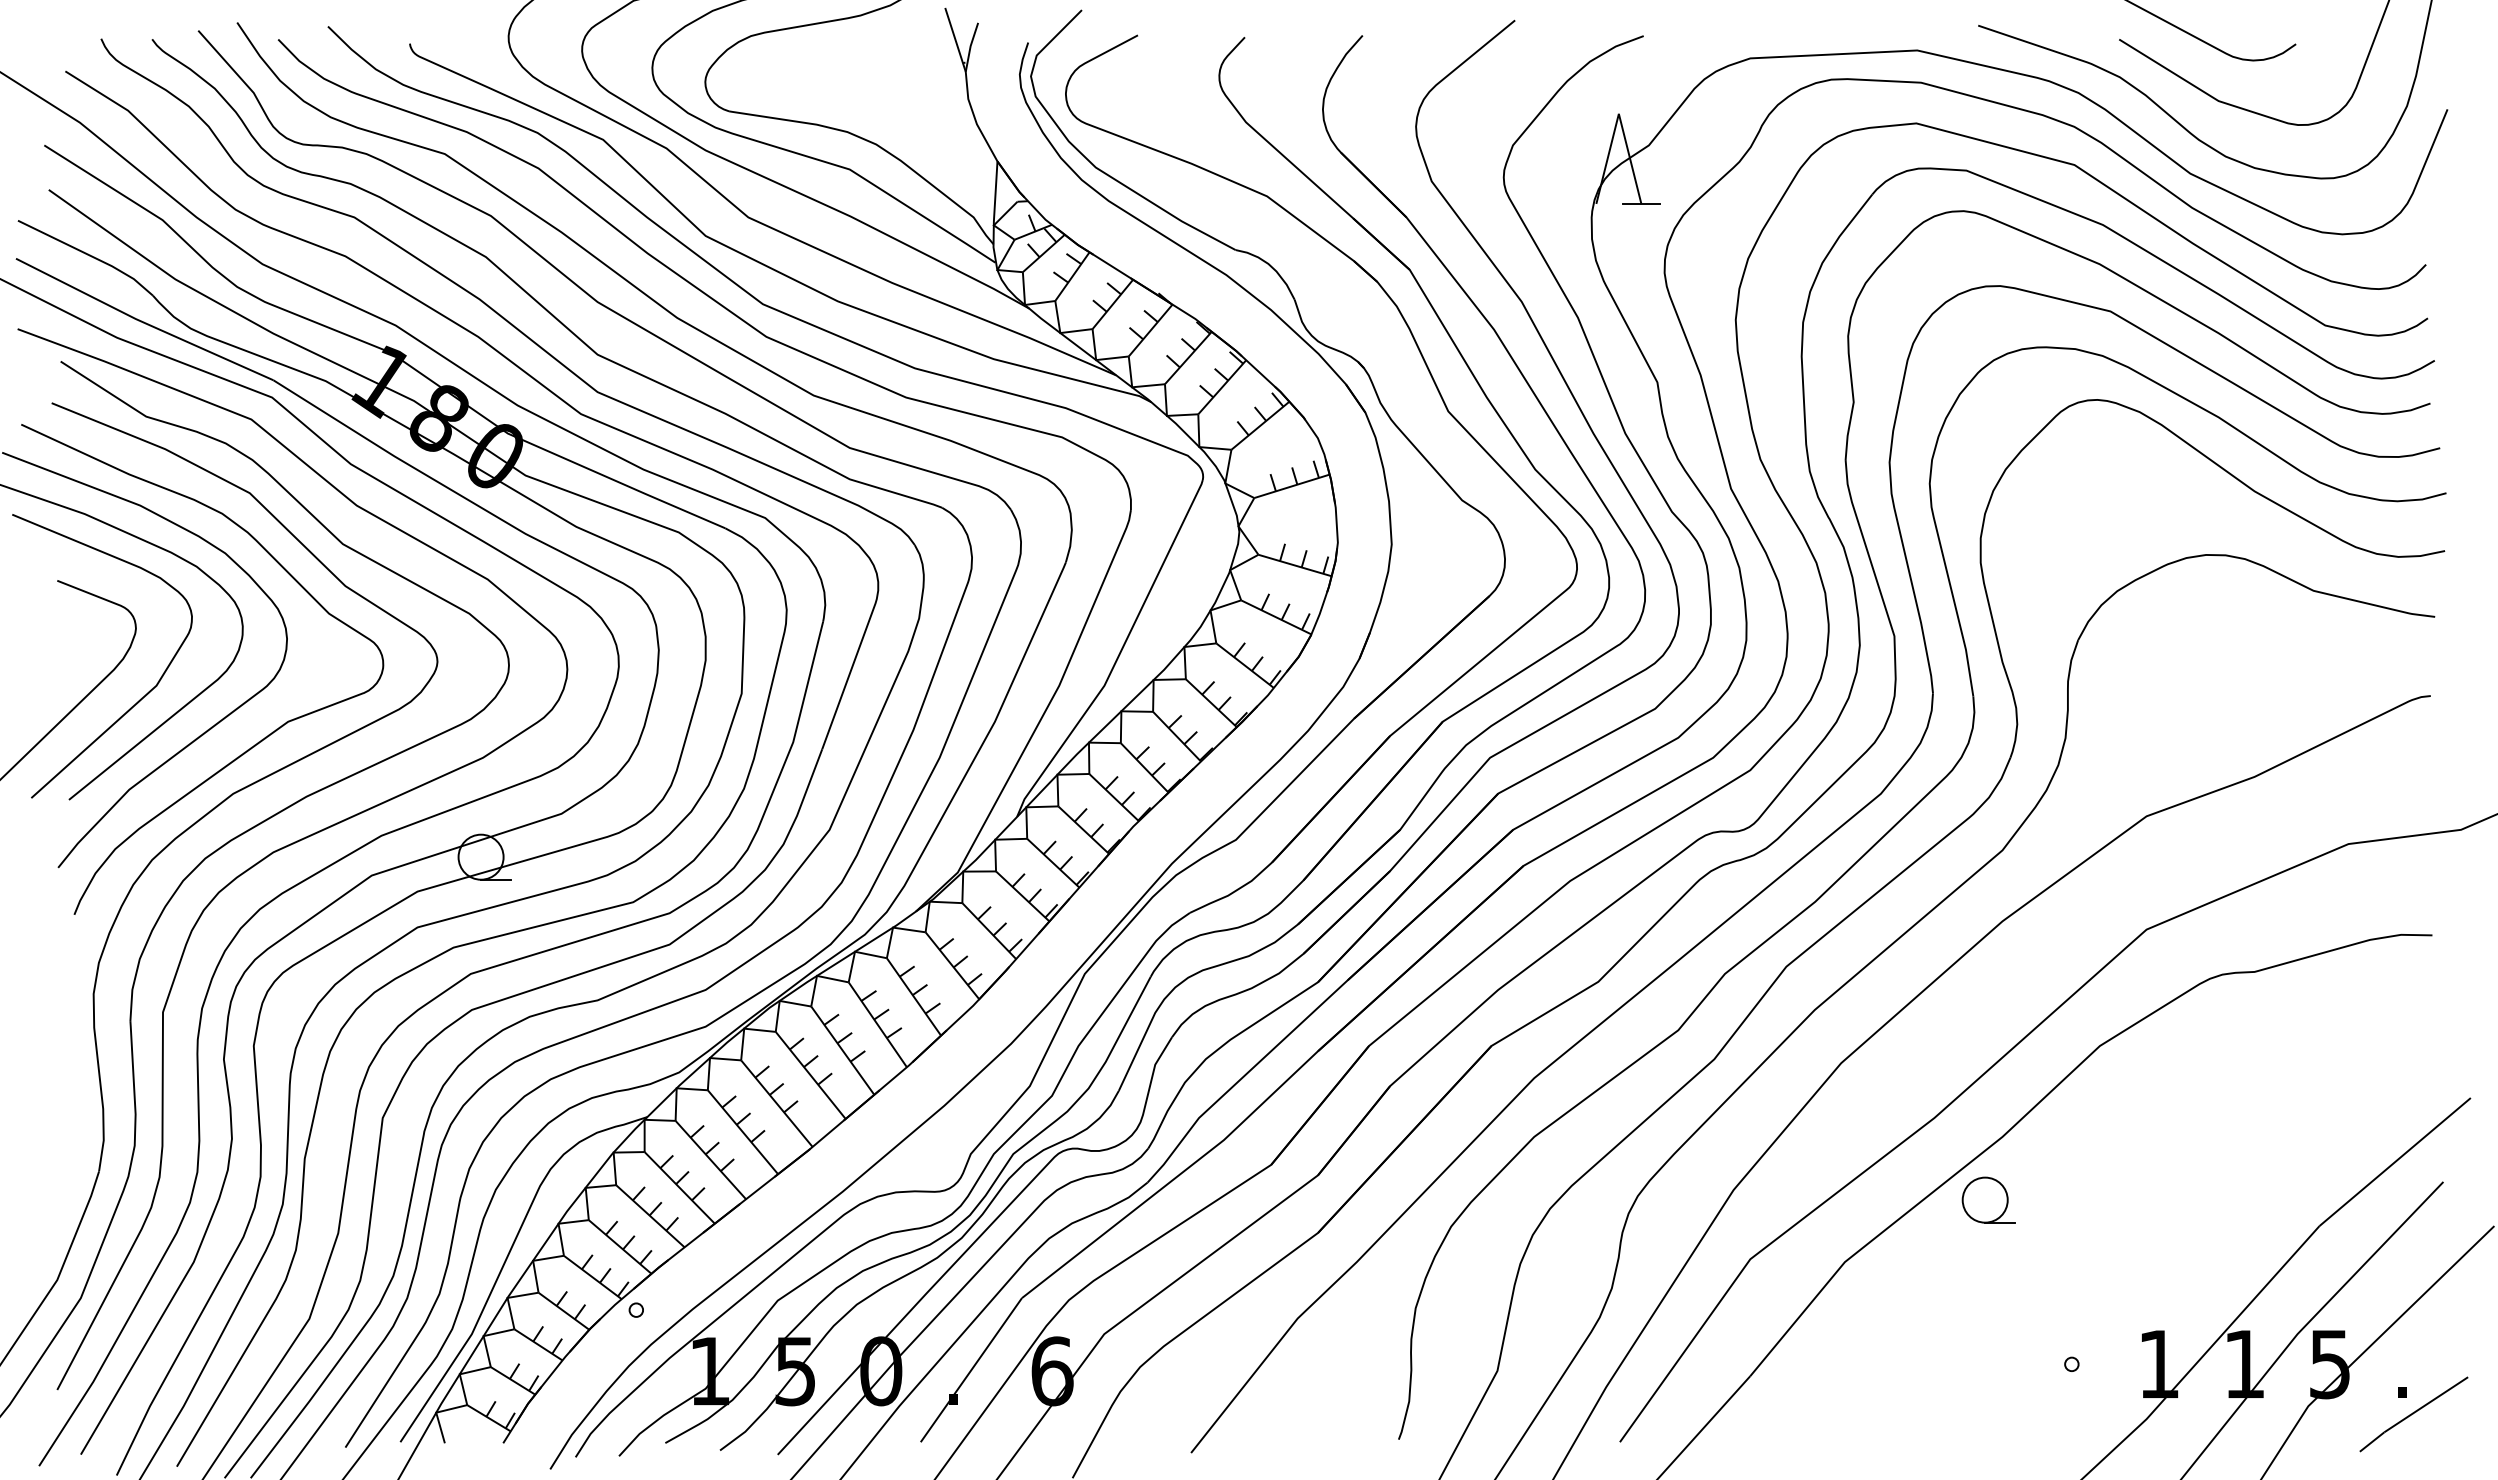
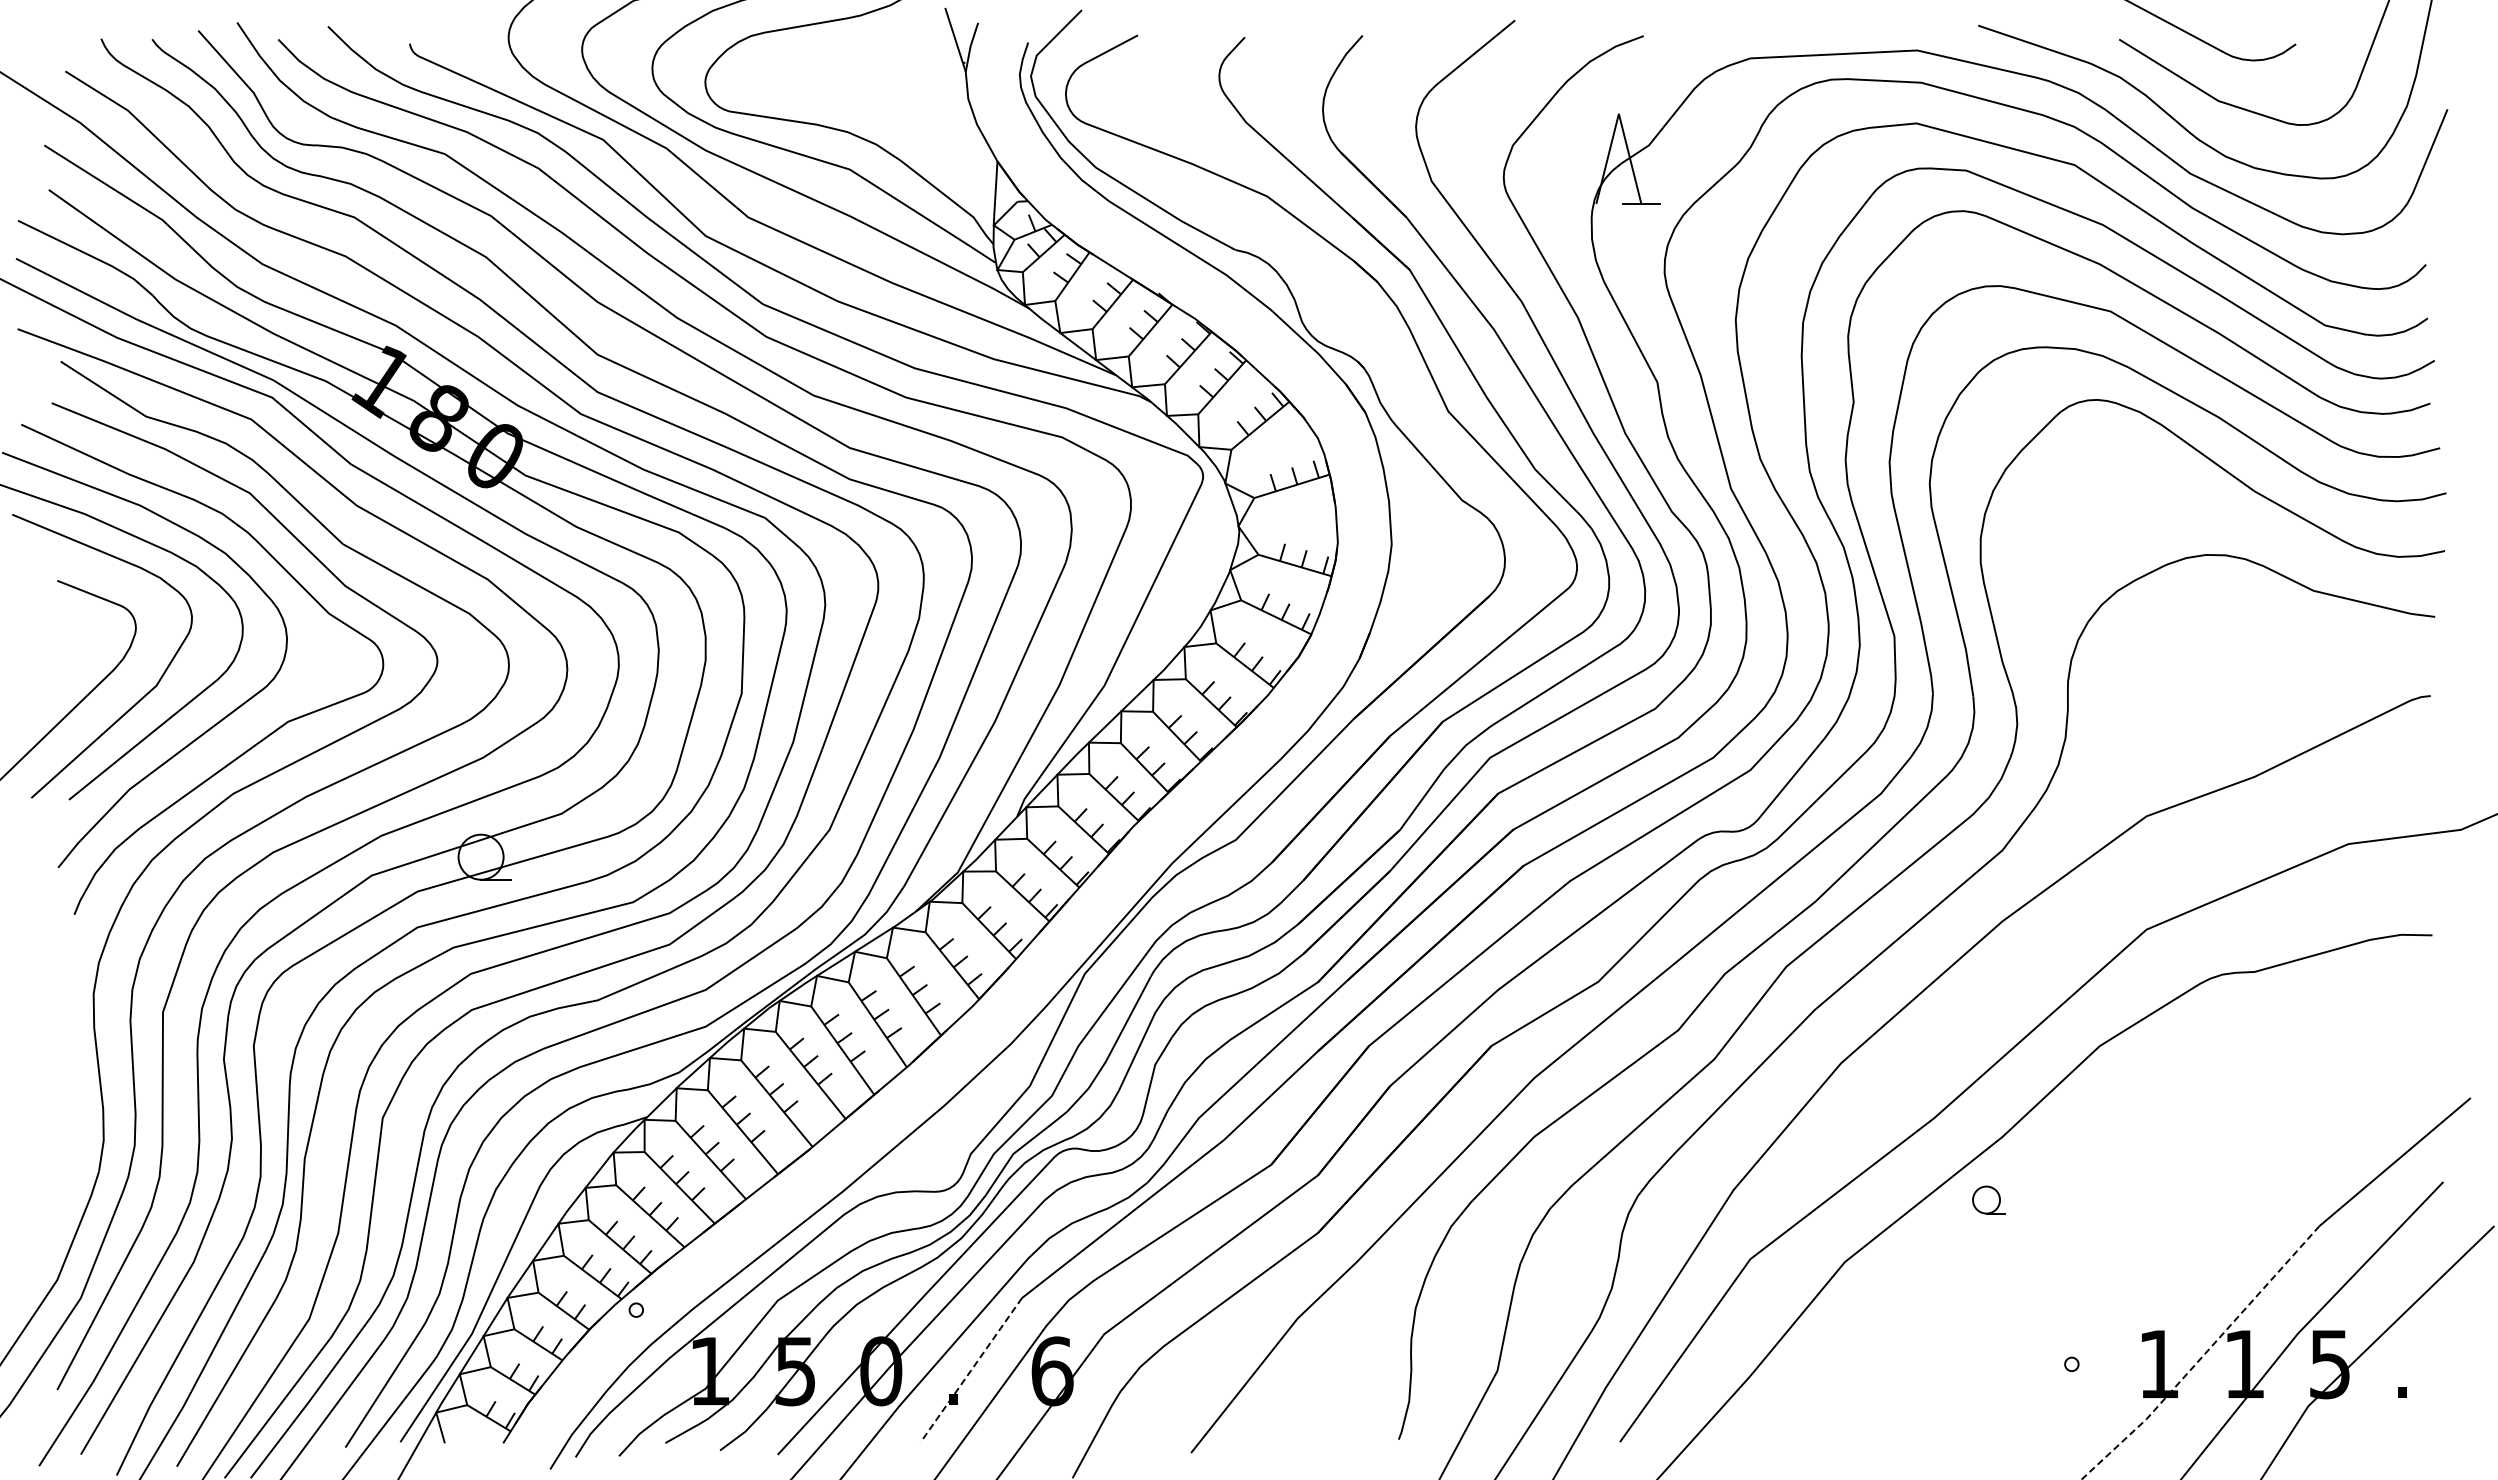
part at (1988, 1199) size: 55x48 px -> 34x30 px
line at (2203, 1356): solid -> dashed
line at (971, 1370): solid -> dashed
part at (2413, 1414): present -> none
